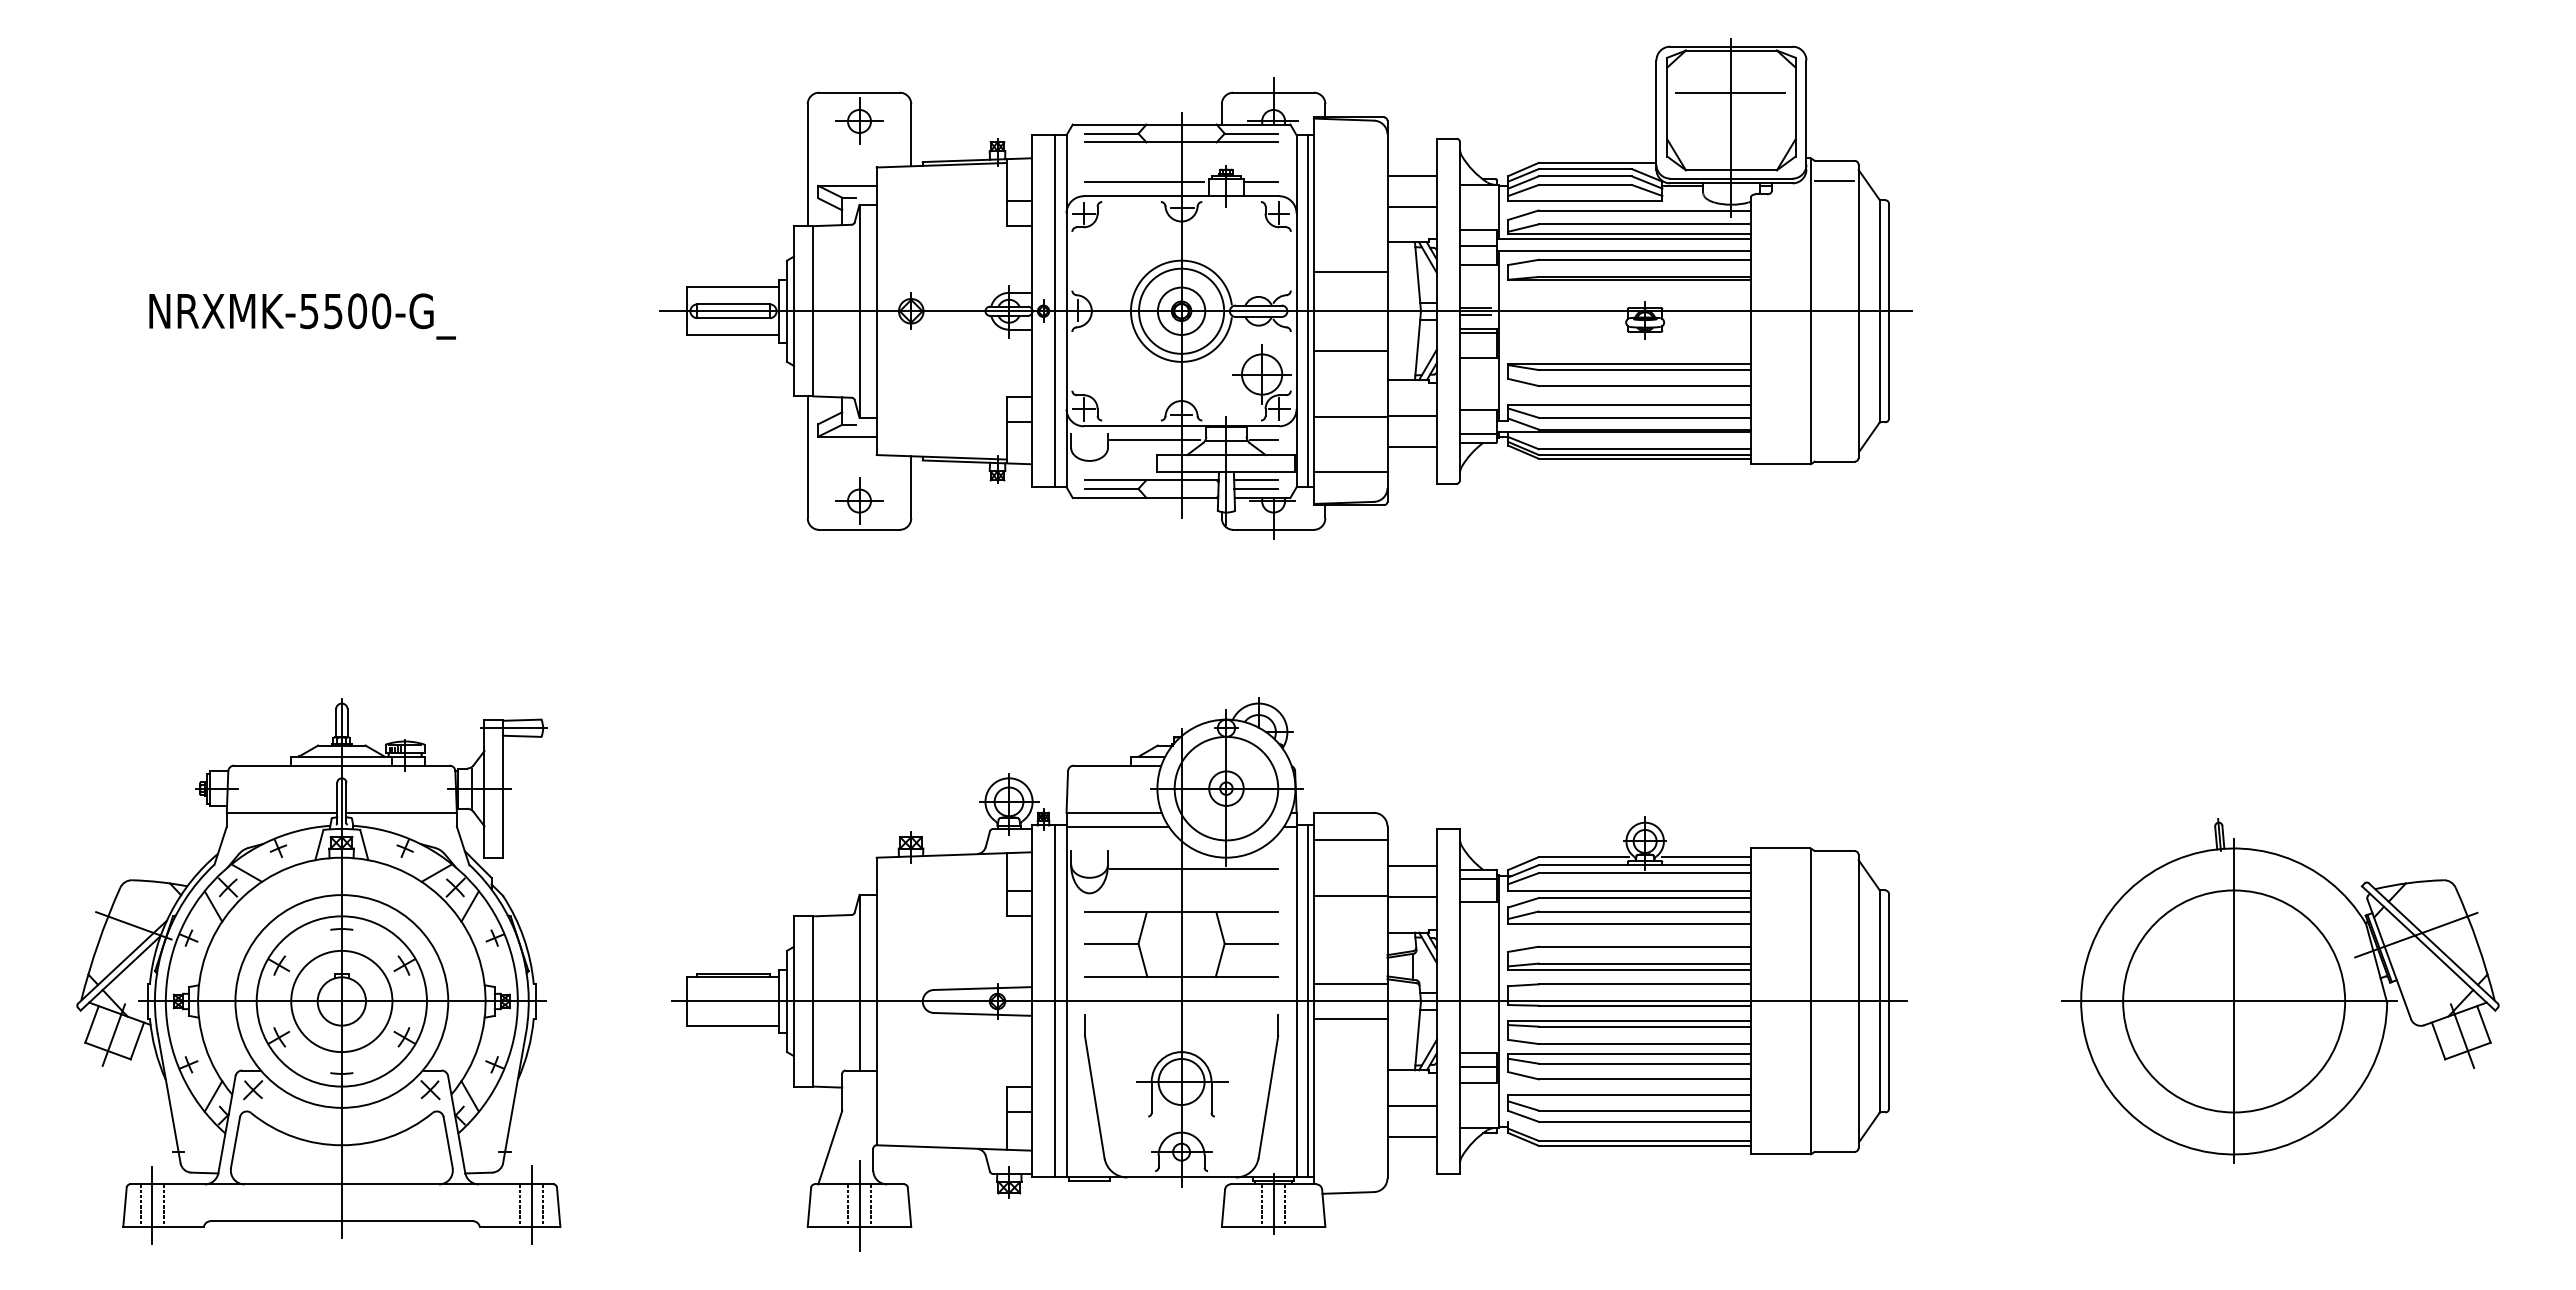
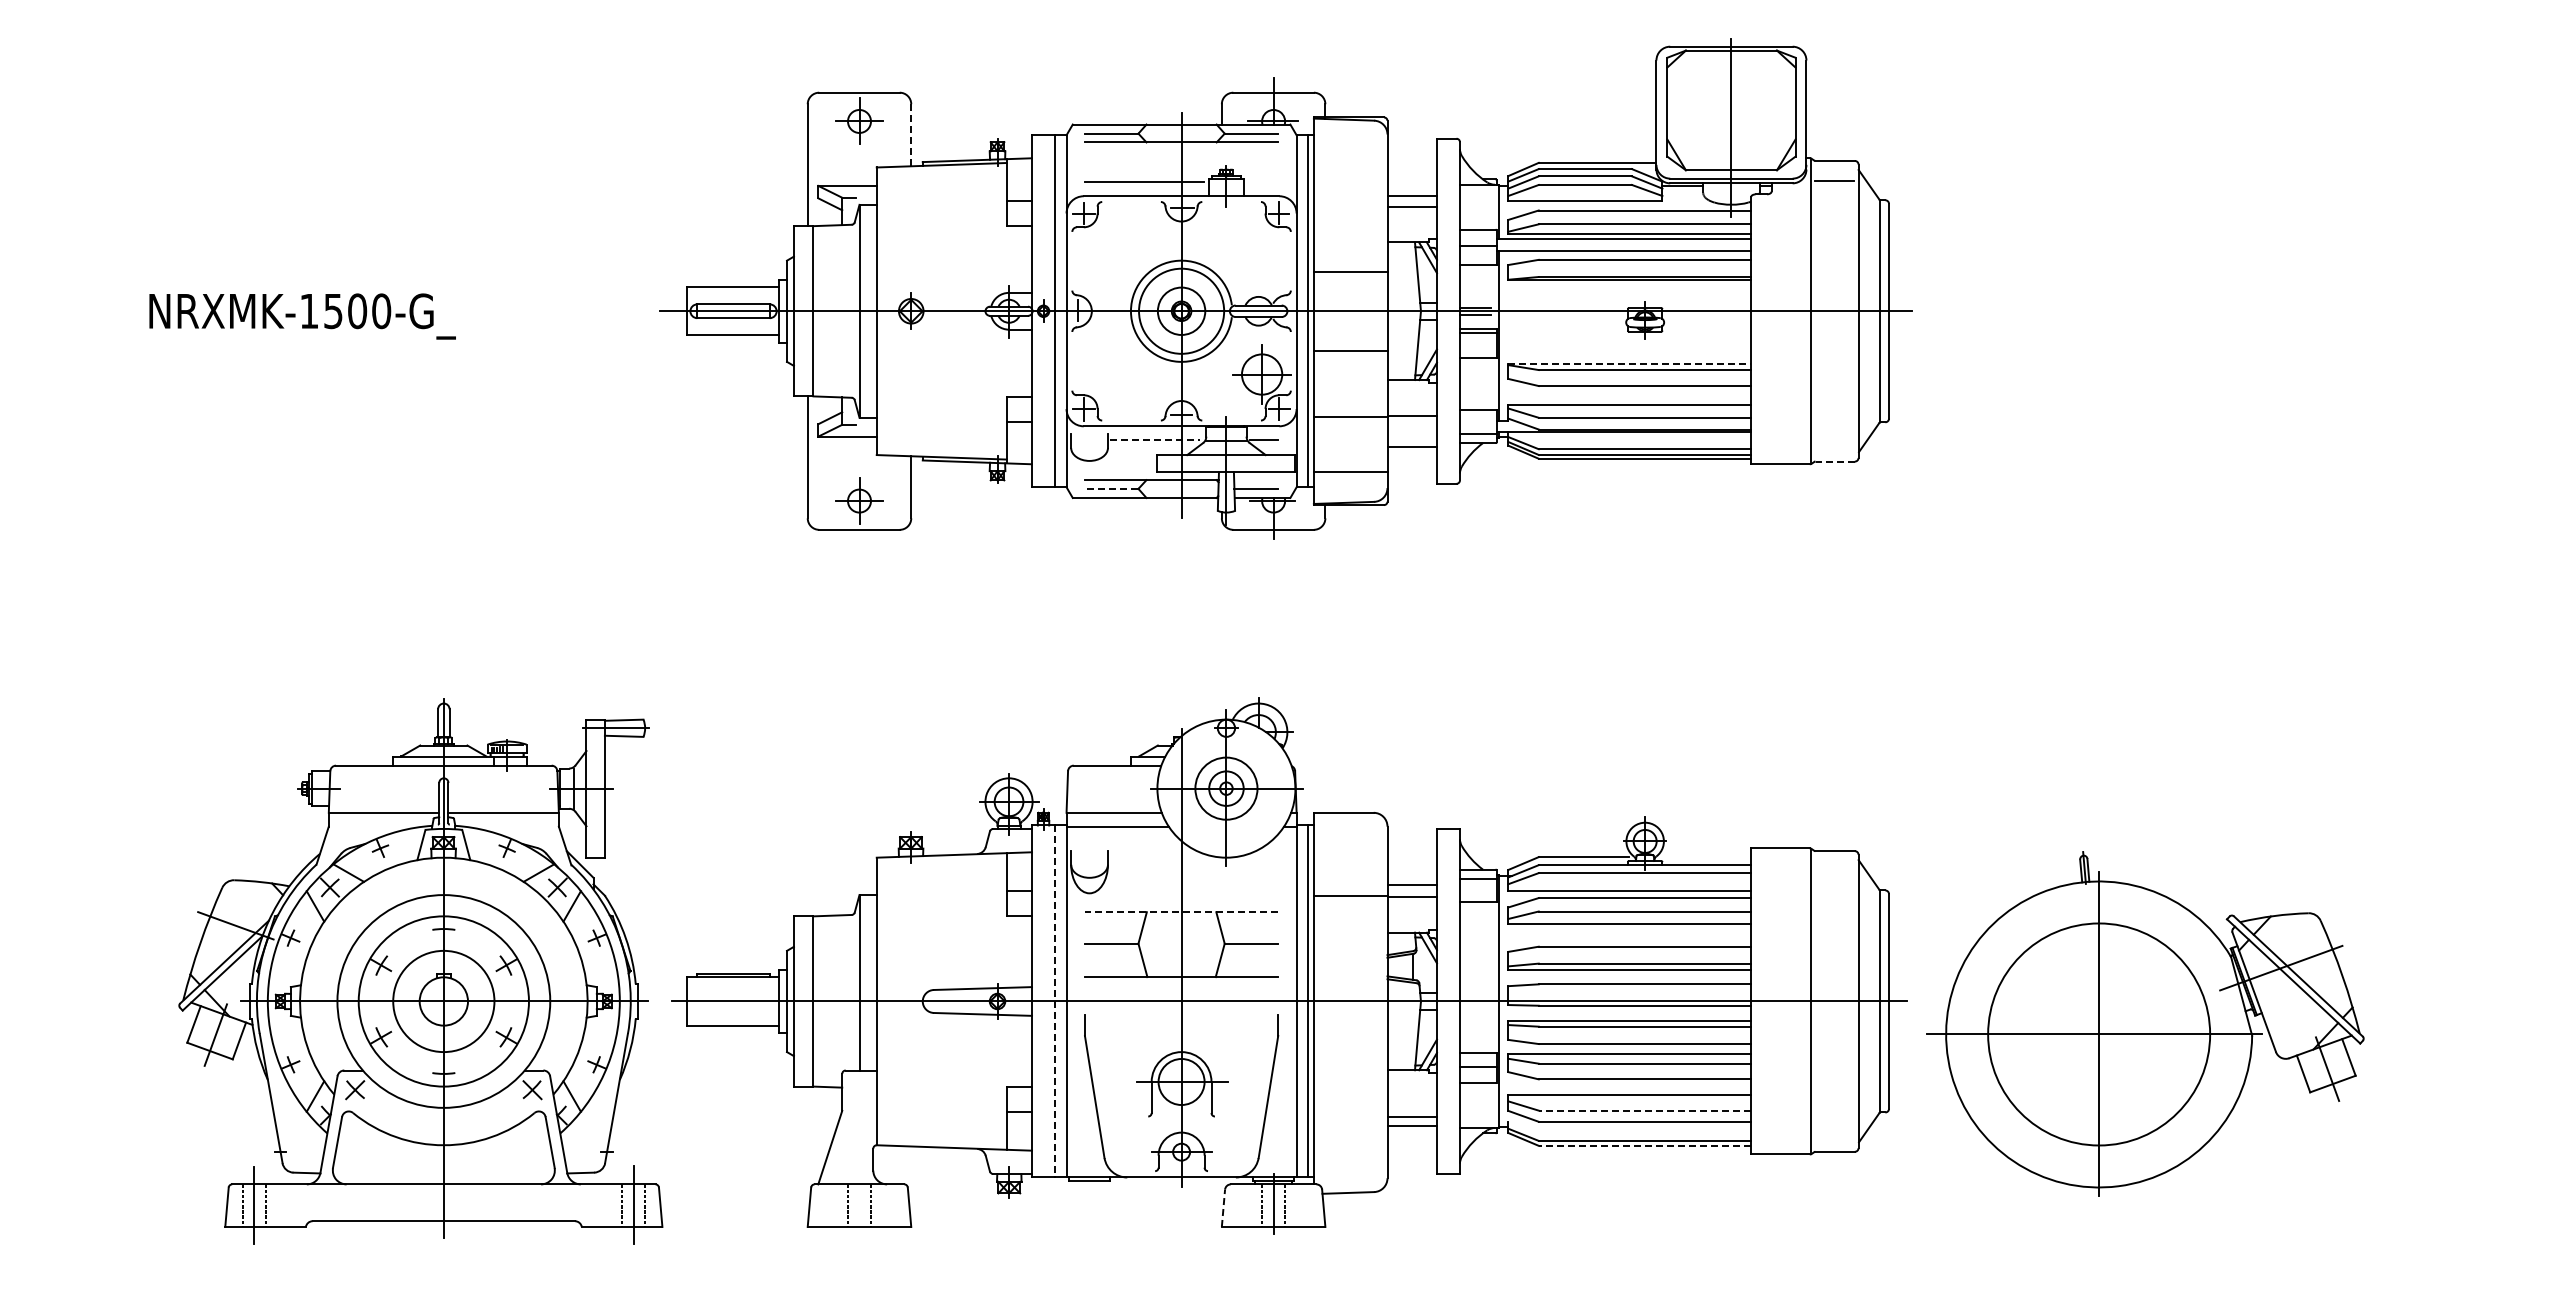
line at (1730, 93): present -> none
line at (911, 135): solid -> dashed
line at (1411, 175) position: (1411, 175) -> (1411, 195)
line at (1262, 182): present -> none
text at (309, 311): NRXMK-5500-G_ -> NRXMK-1500-G_
line at (1630, 364): solid -> dashed
line at (1155, 440): solid -> dashed
line at (1835, 461): solid -> dashed
line at (1256, 480): present -> none
line at (1111, 488): solid -> dashed
circle at (1226, 788) diameter: 104 px -> 62 px
line at (1350, 840): present -> none
line at (1706, 857): present -> none
line at (1411, 865) position: (1411, 865) -> (1411, 884)
line at (1194, 869): present -> none
line at (1181, 912): solid -> dashed
part at (318, 971) position: (318, 971) -> (420, 971)
line at (1350, 984): present -> none
part at (2280, 990) position: (2280, 990) -> (2145, 1023)
line at (1055, 1001): solid -> dashed
line at (1350, 1018): present -> none
line at (1411, 1106) position: (1411, 1106) -> (1411, 1126)
line at (1644, 1110): solid -> dashed
line at (1411, 1137) position: (1411, 1137) -> (1411, 1117)
line at (1644, 1145): solid -> dashed
line at (859, 1205): present -> none
line at (1223, 1208): solid -> dashed
